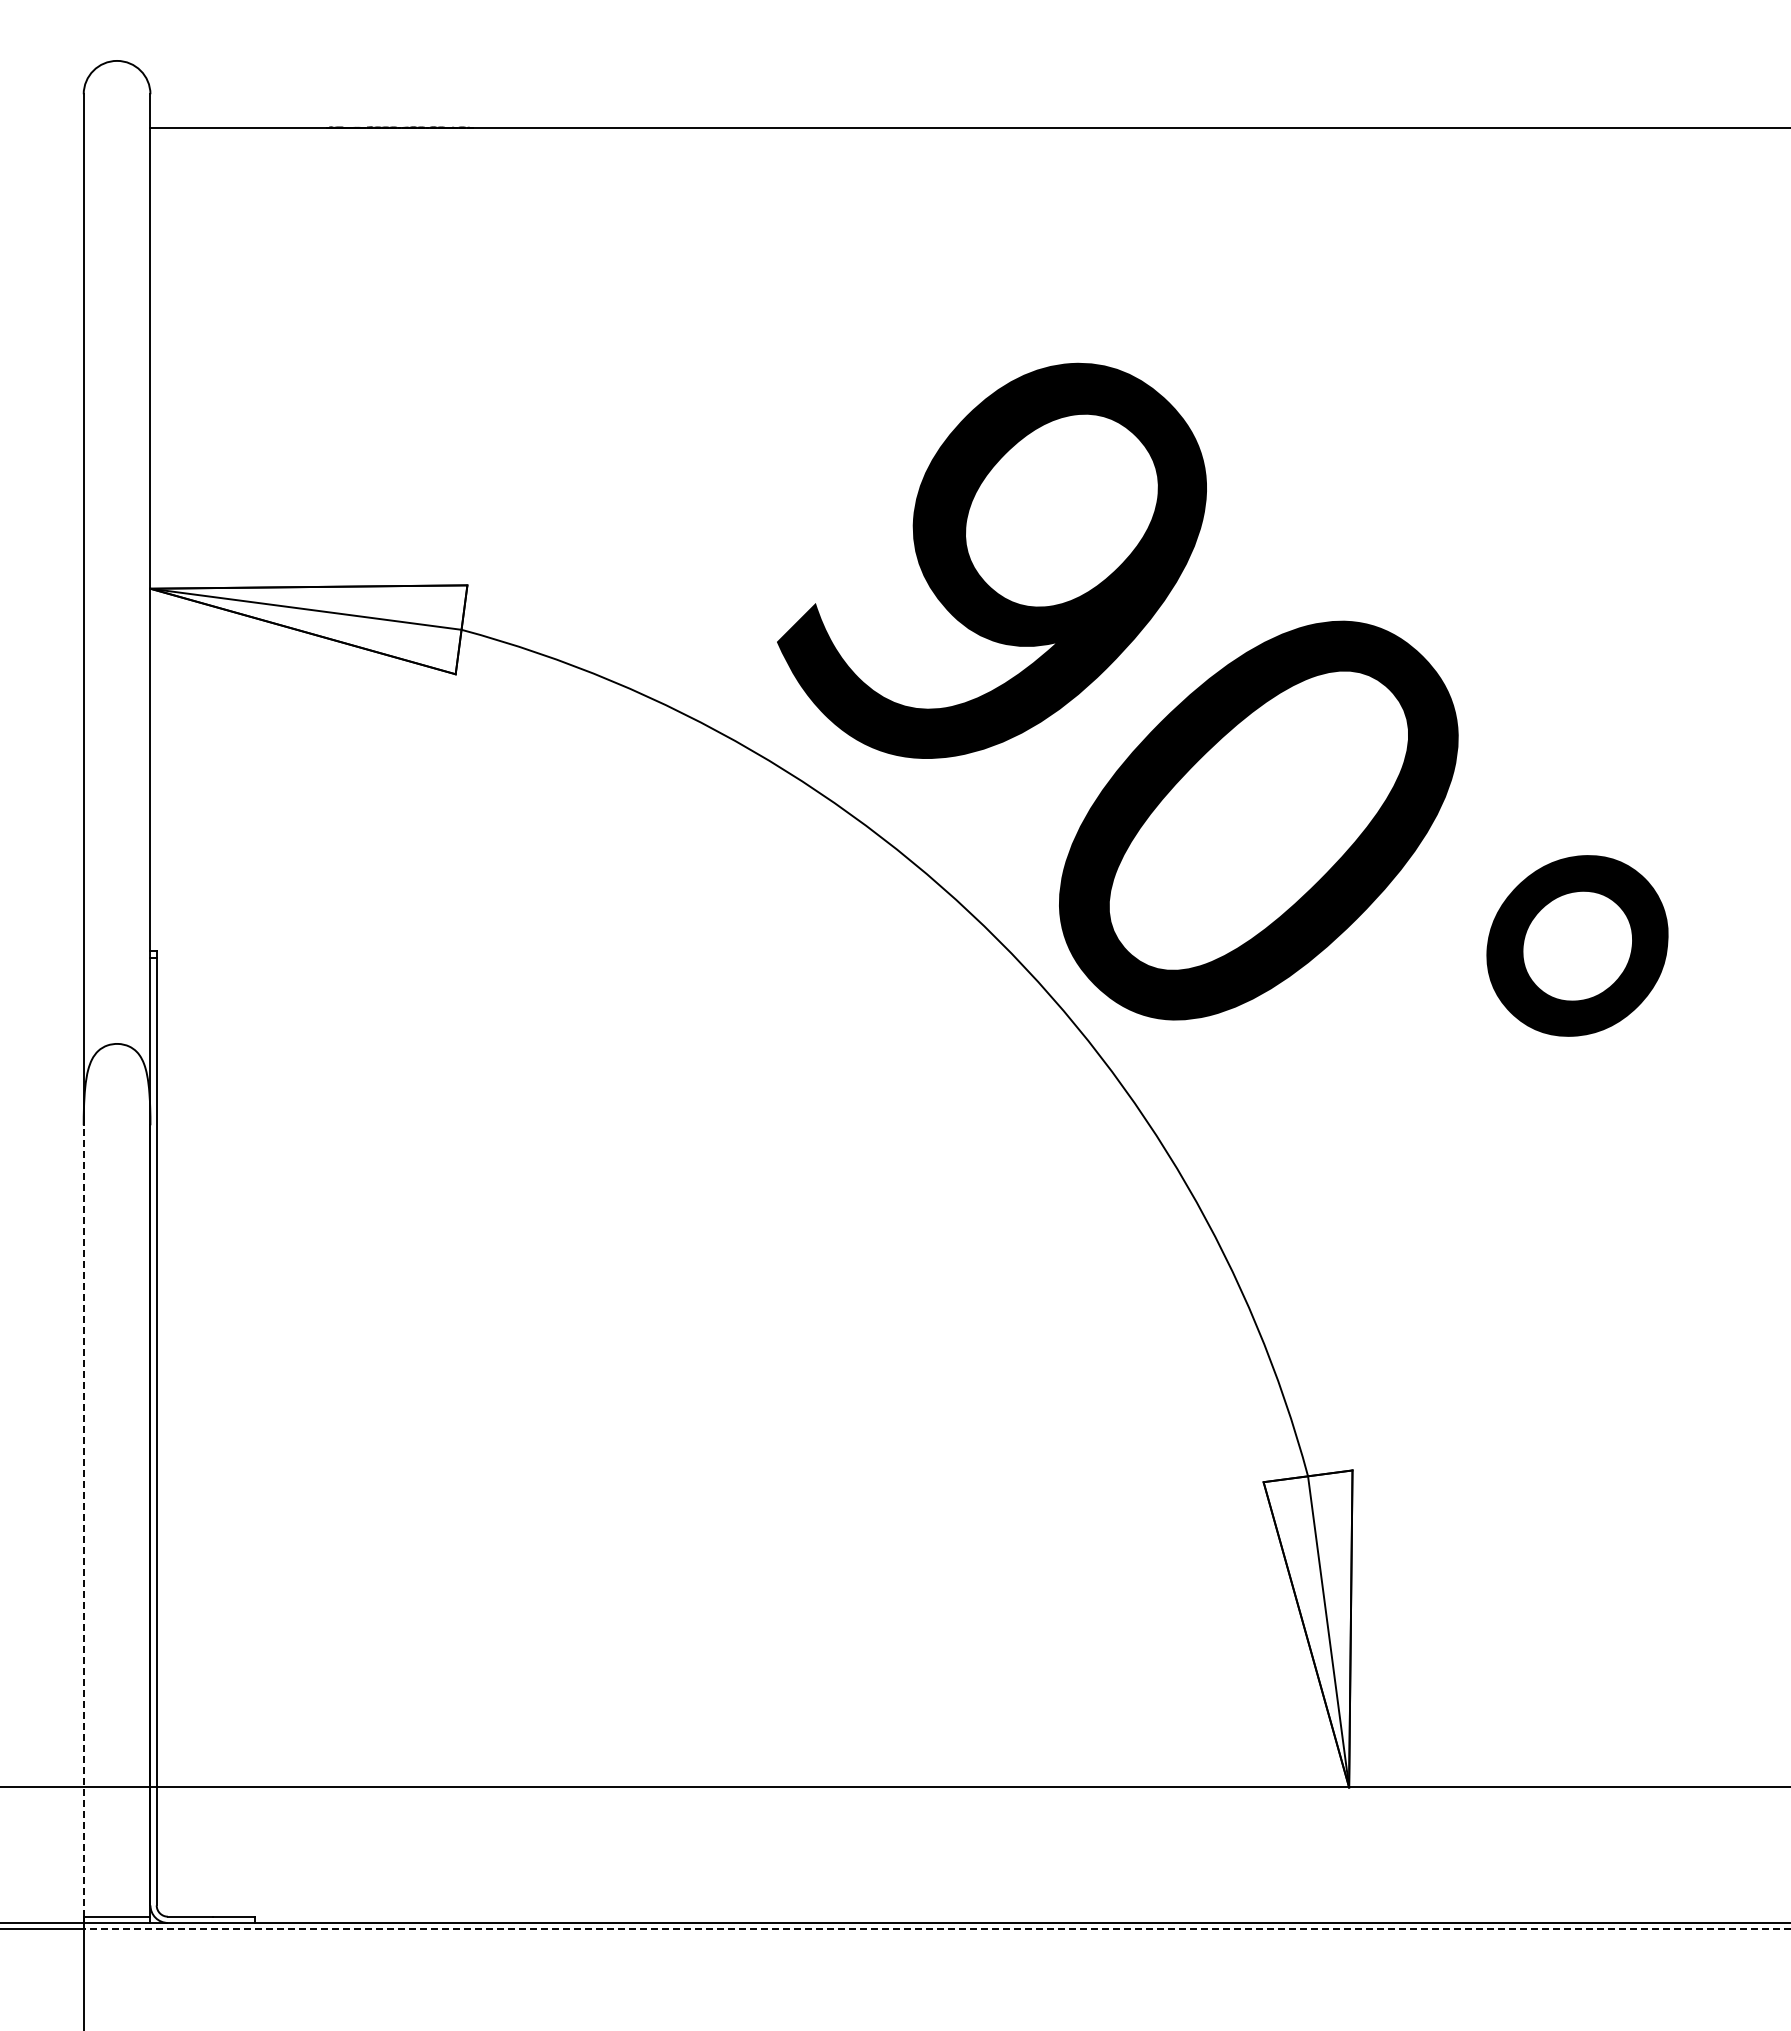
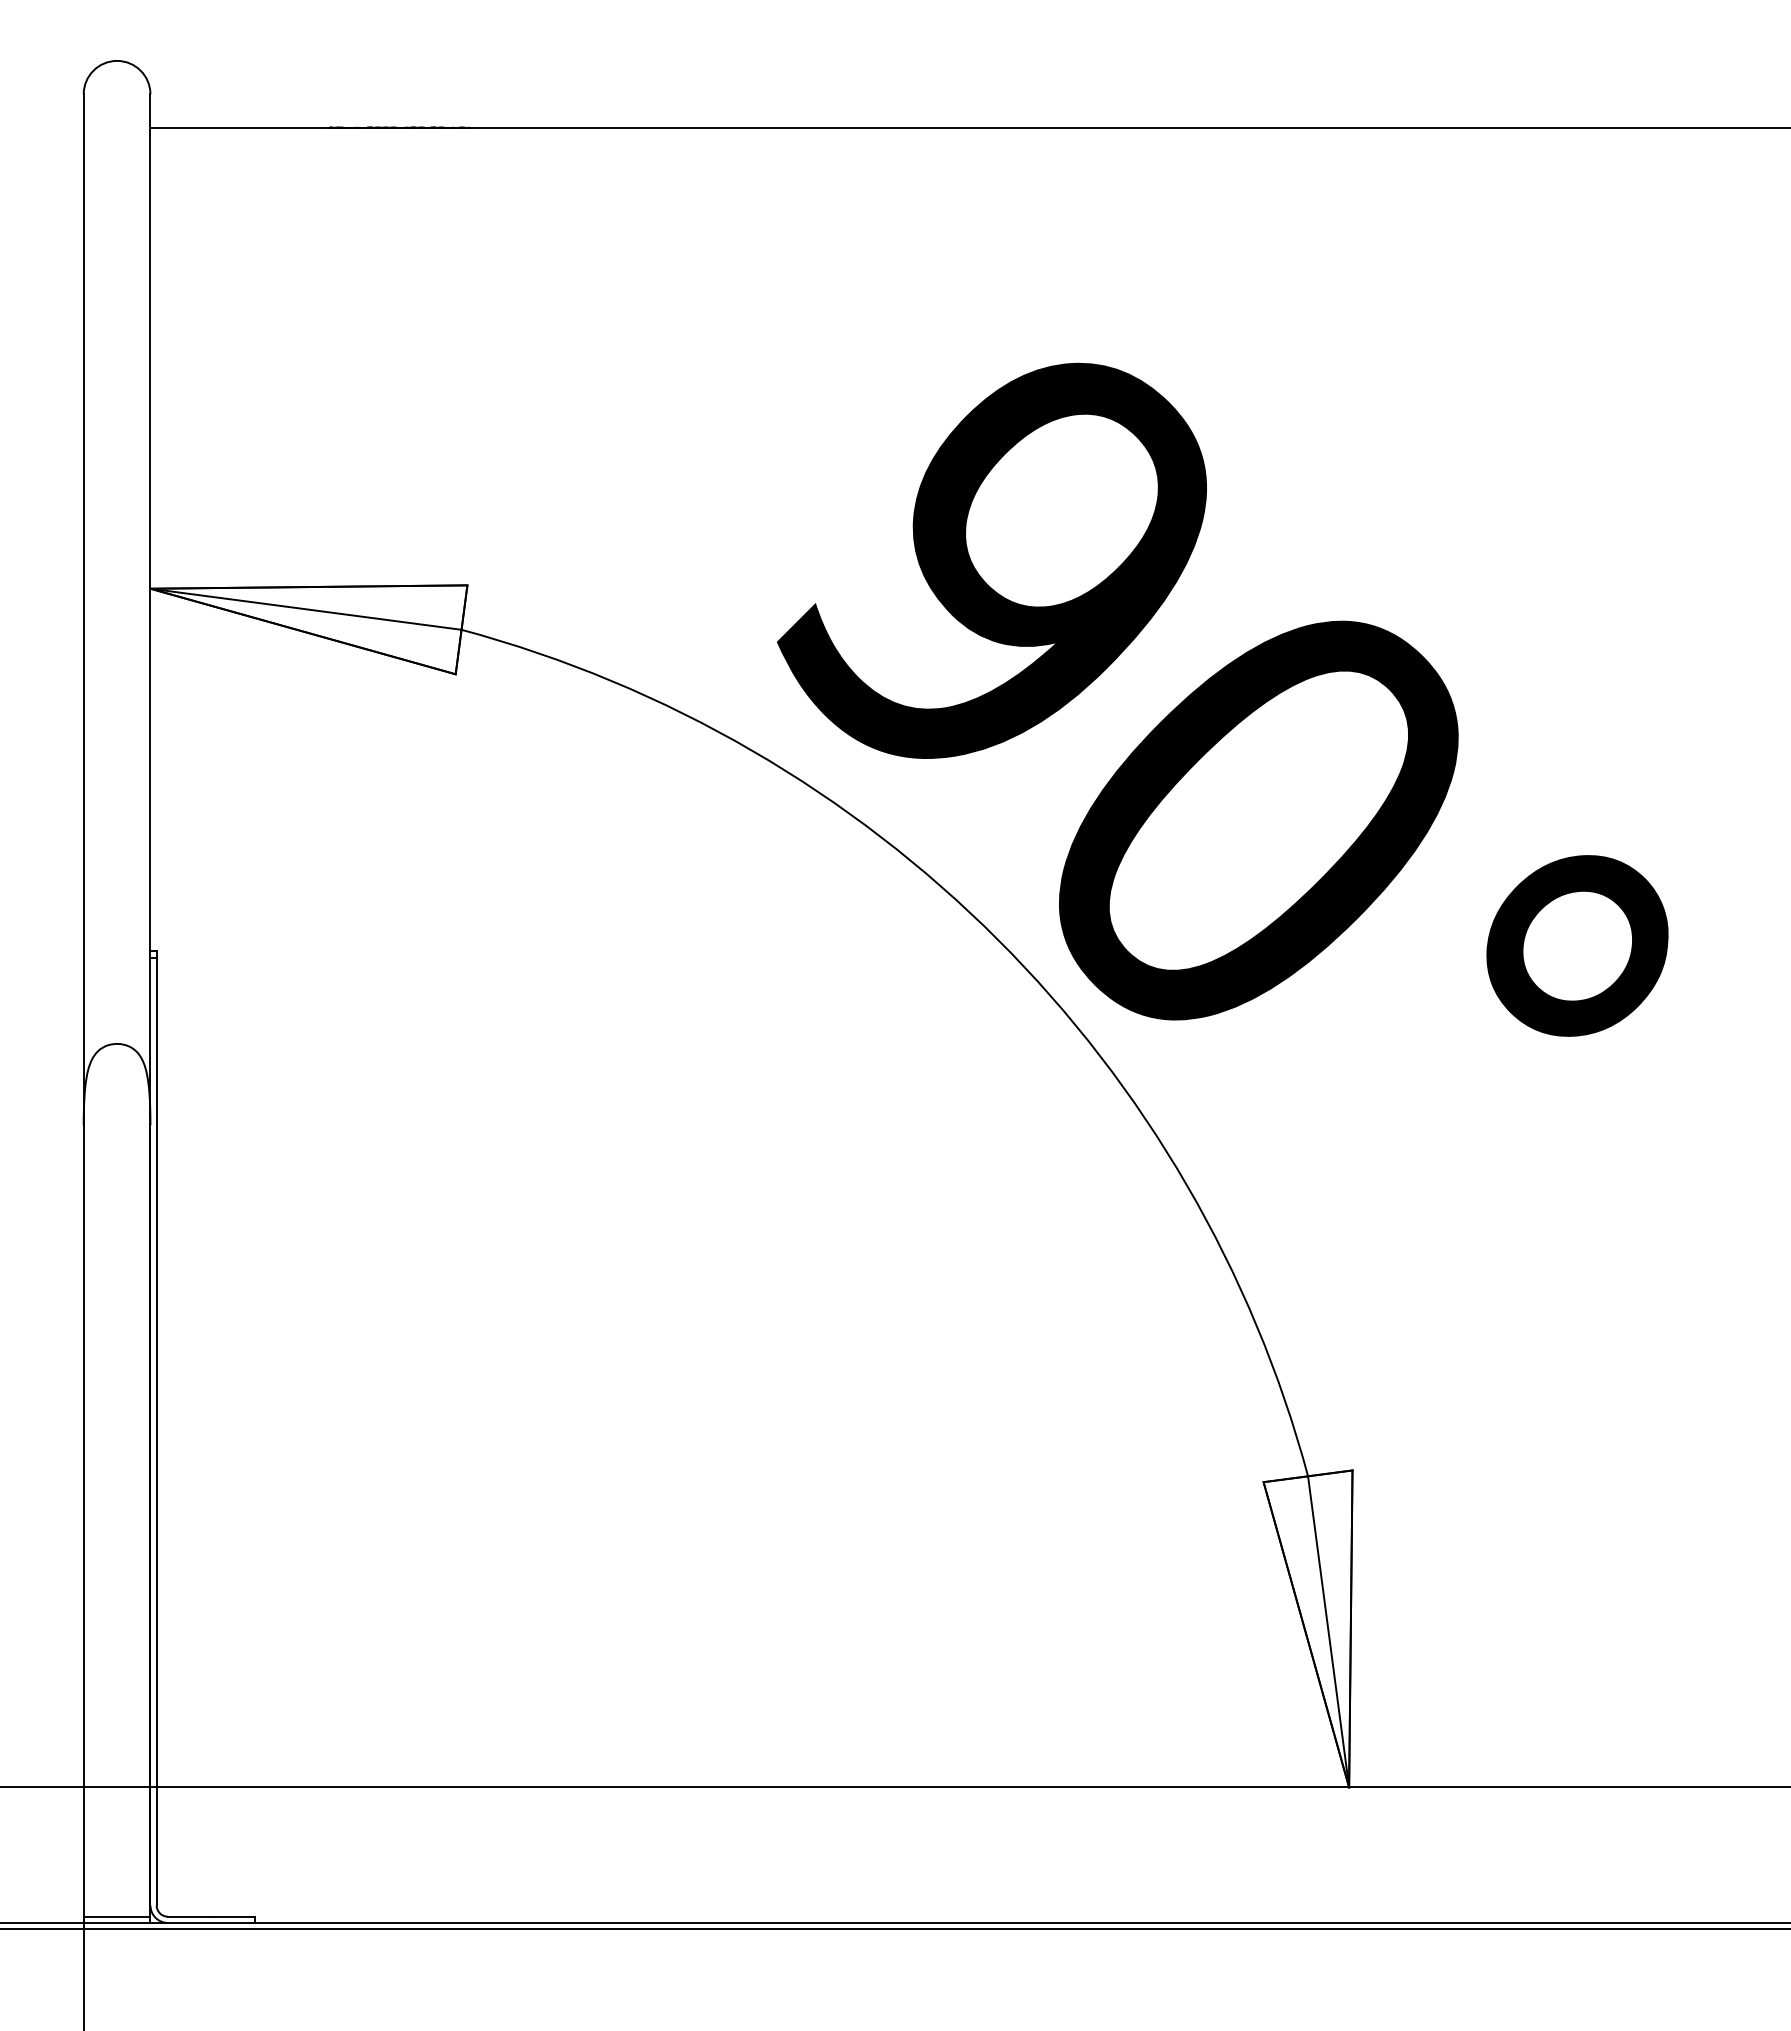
line at (83, 1521): dashed -> solid
line at (936, 1929): dashed -> solid
